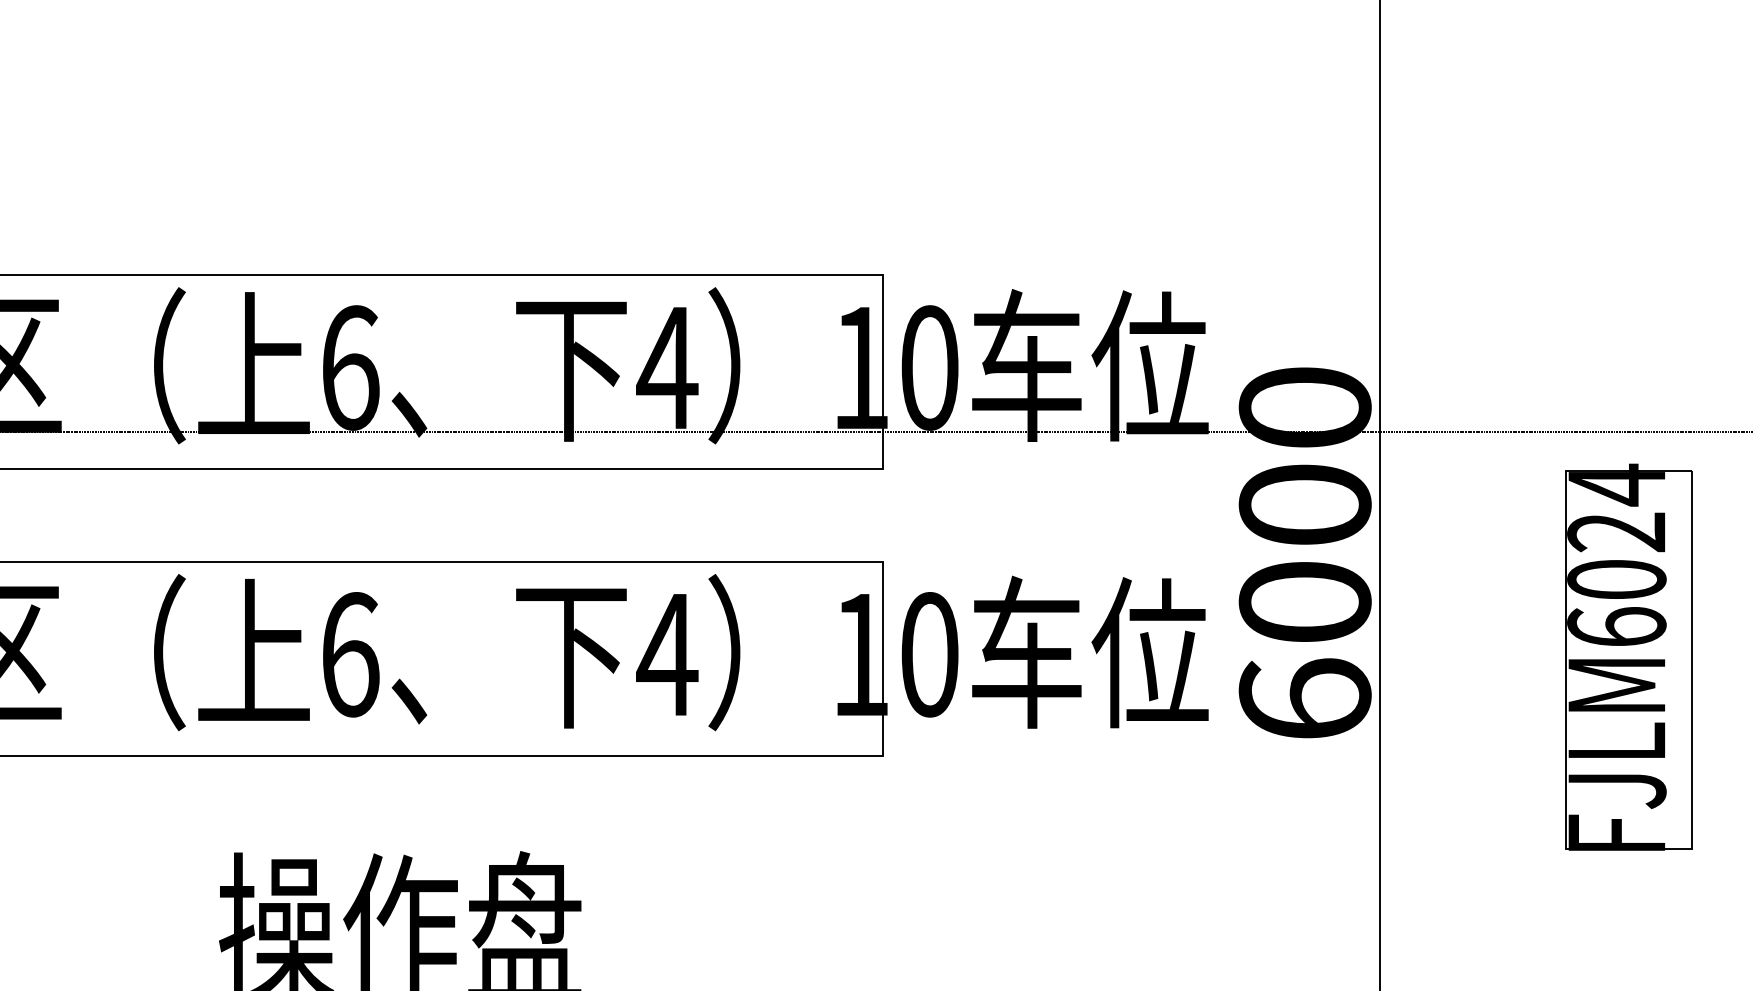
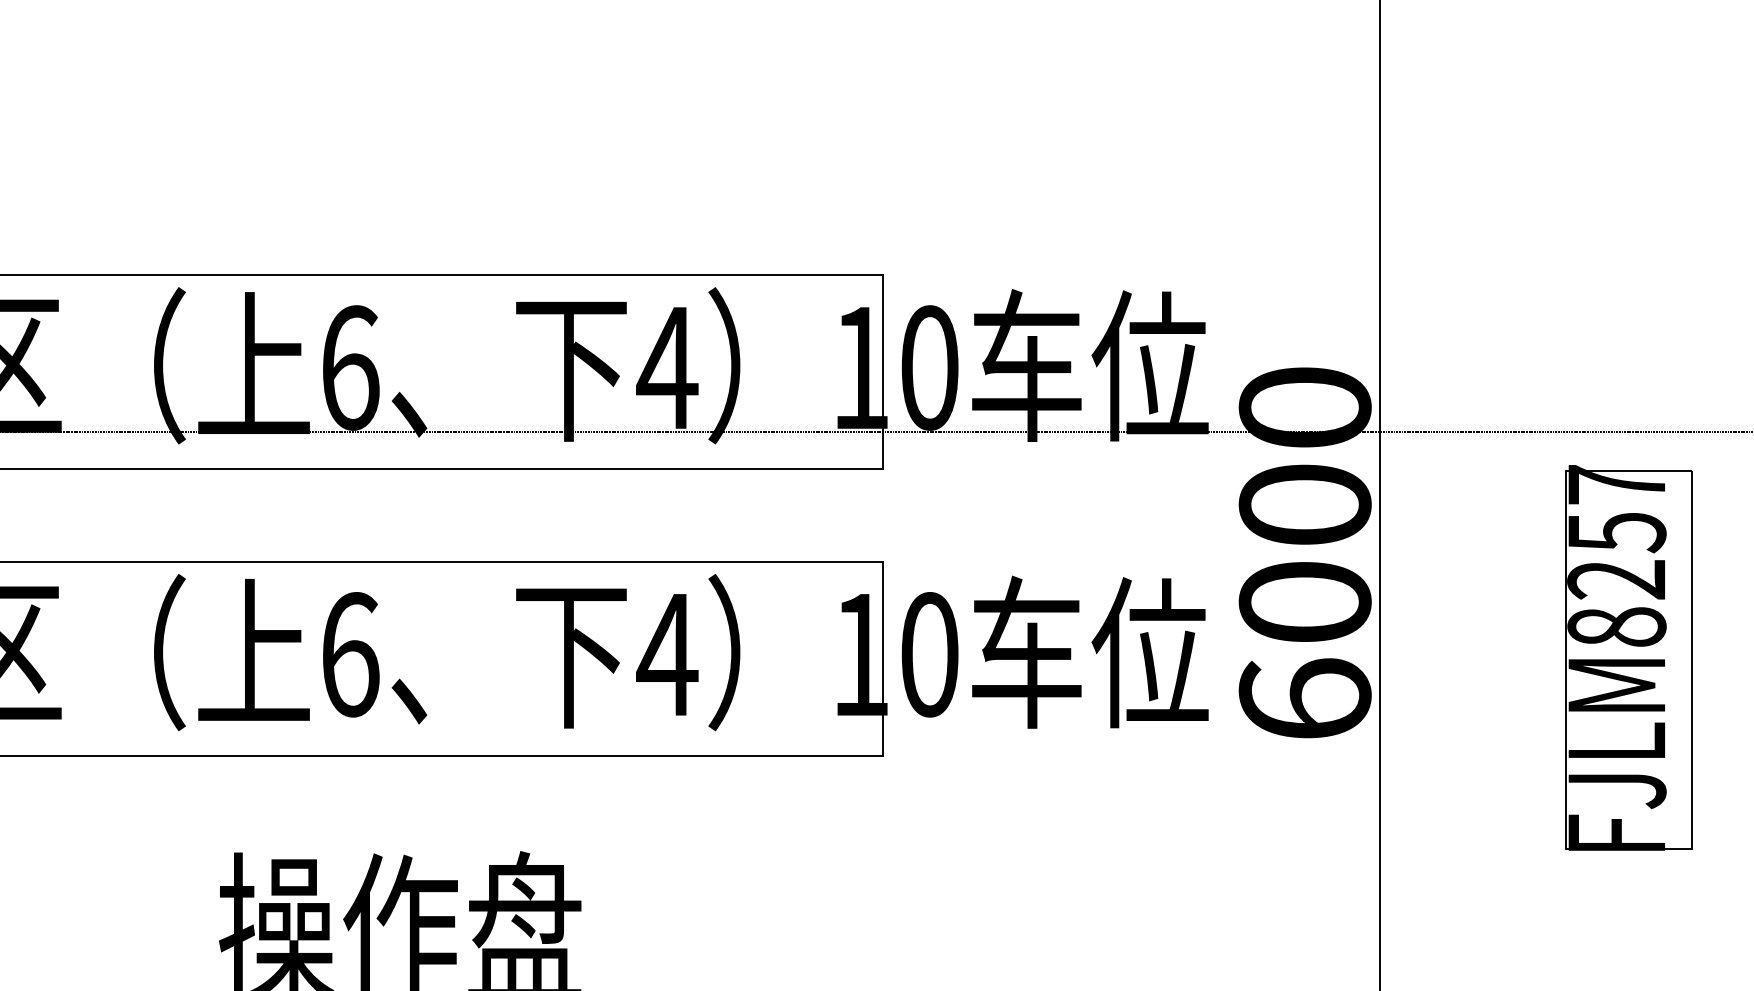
text at (1616, 554): FJLM6024 -> FJLM8257
